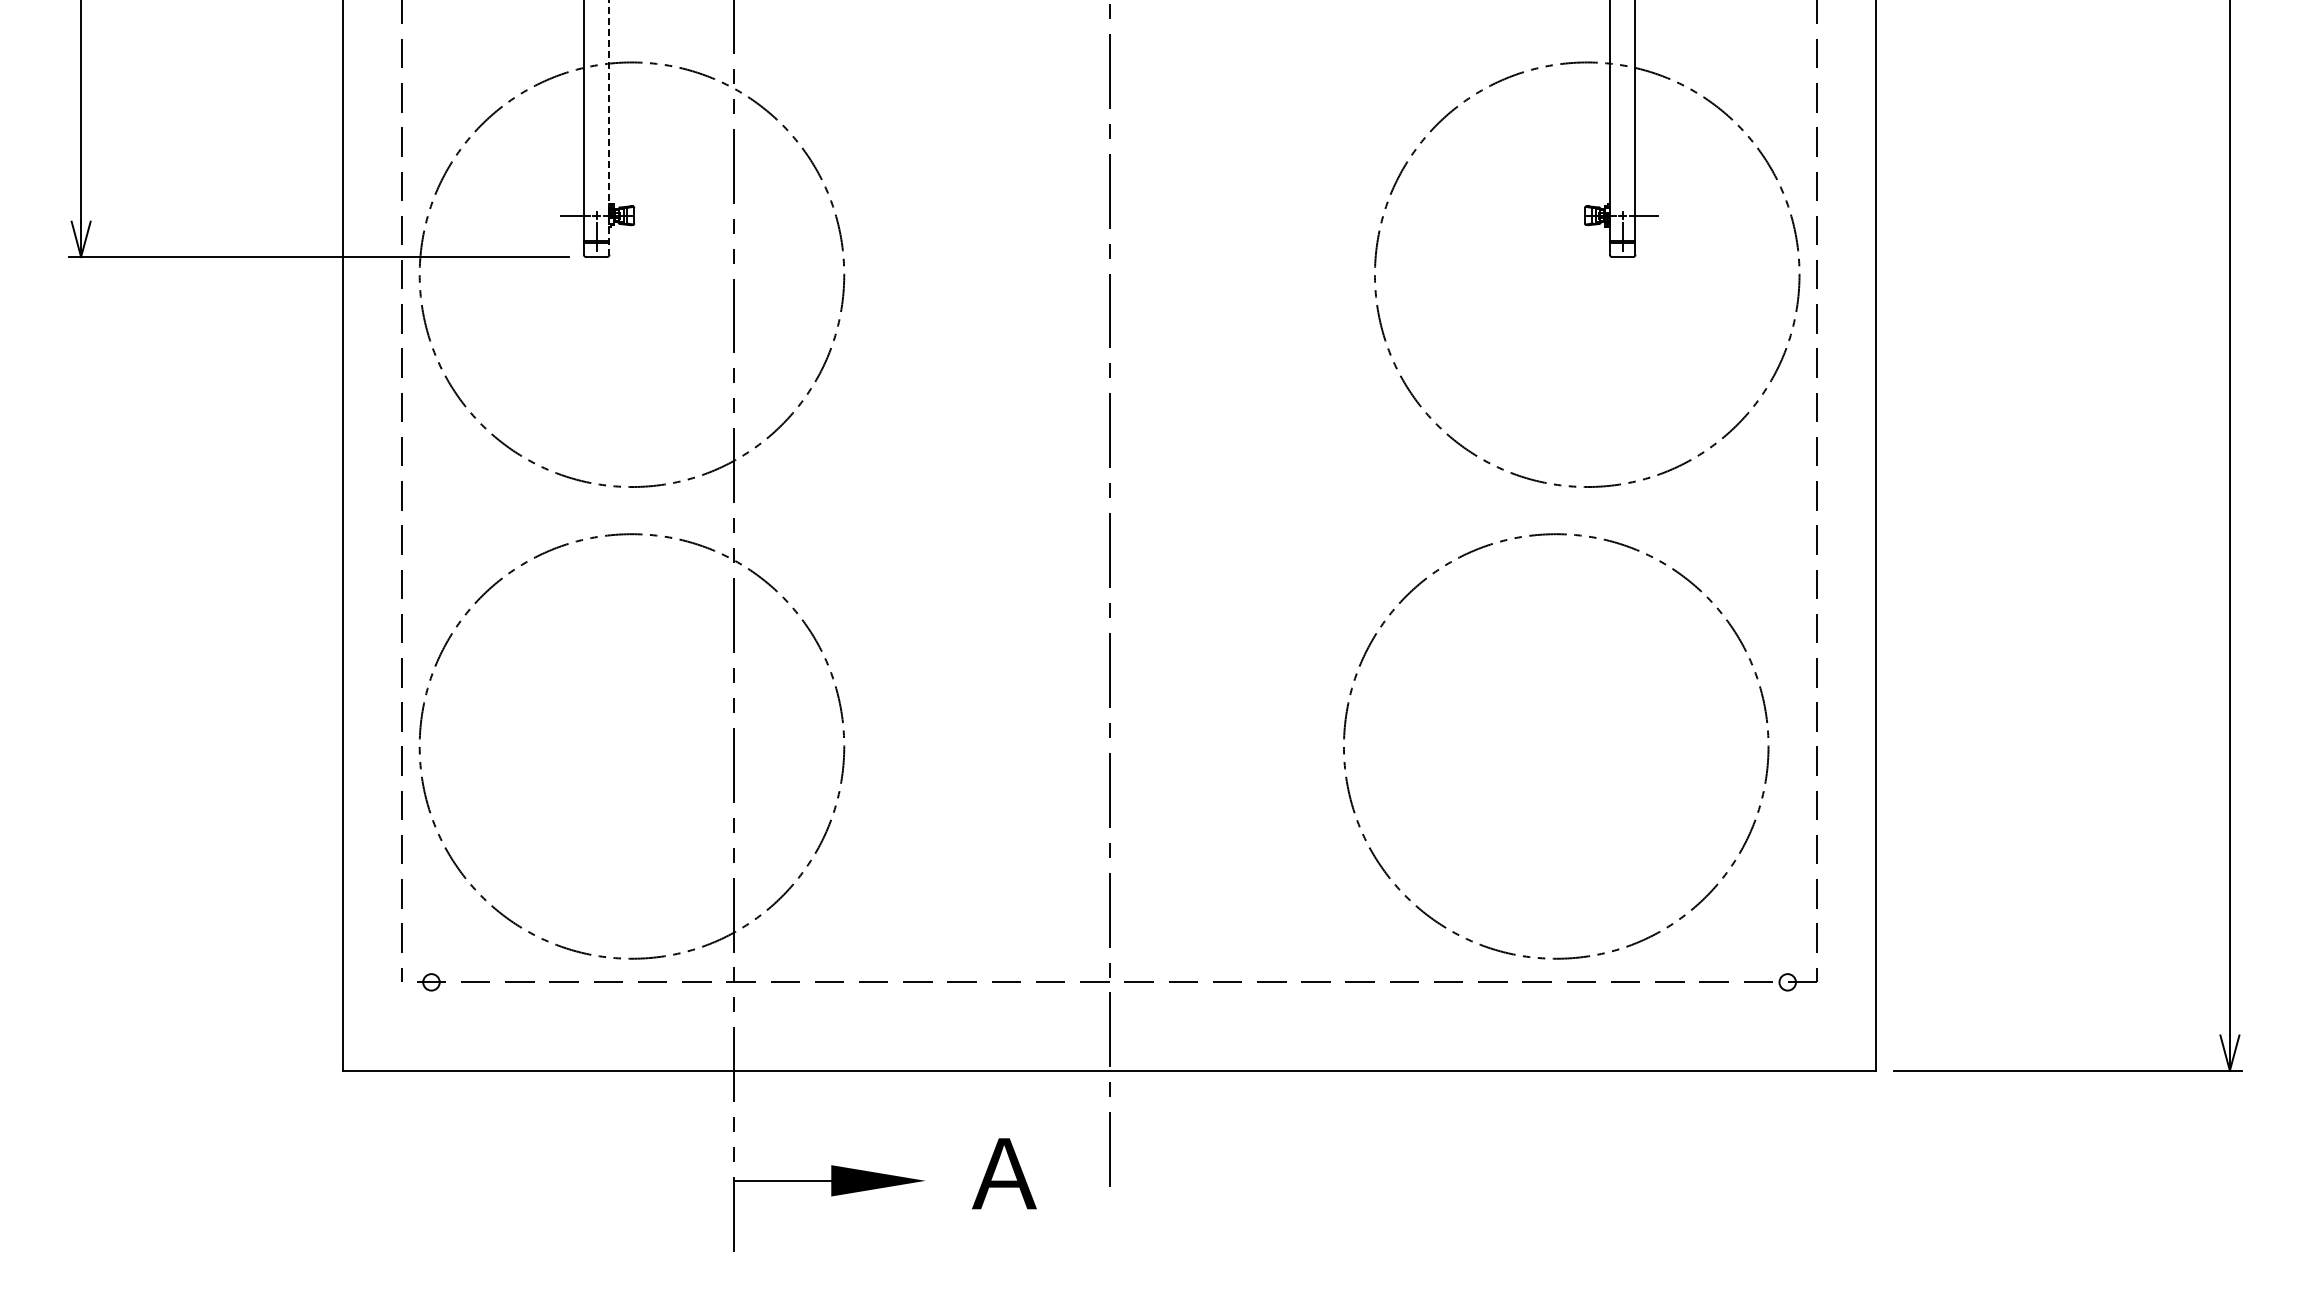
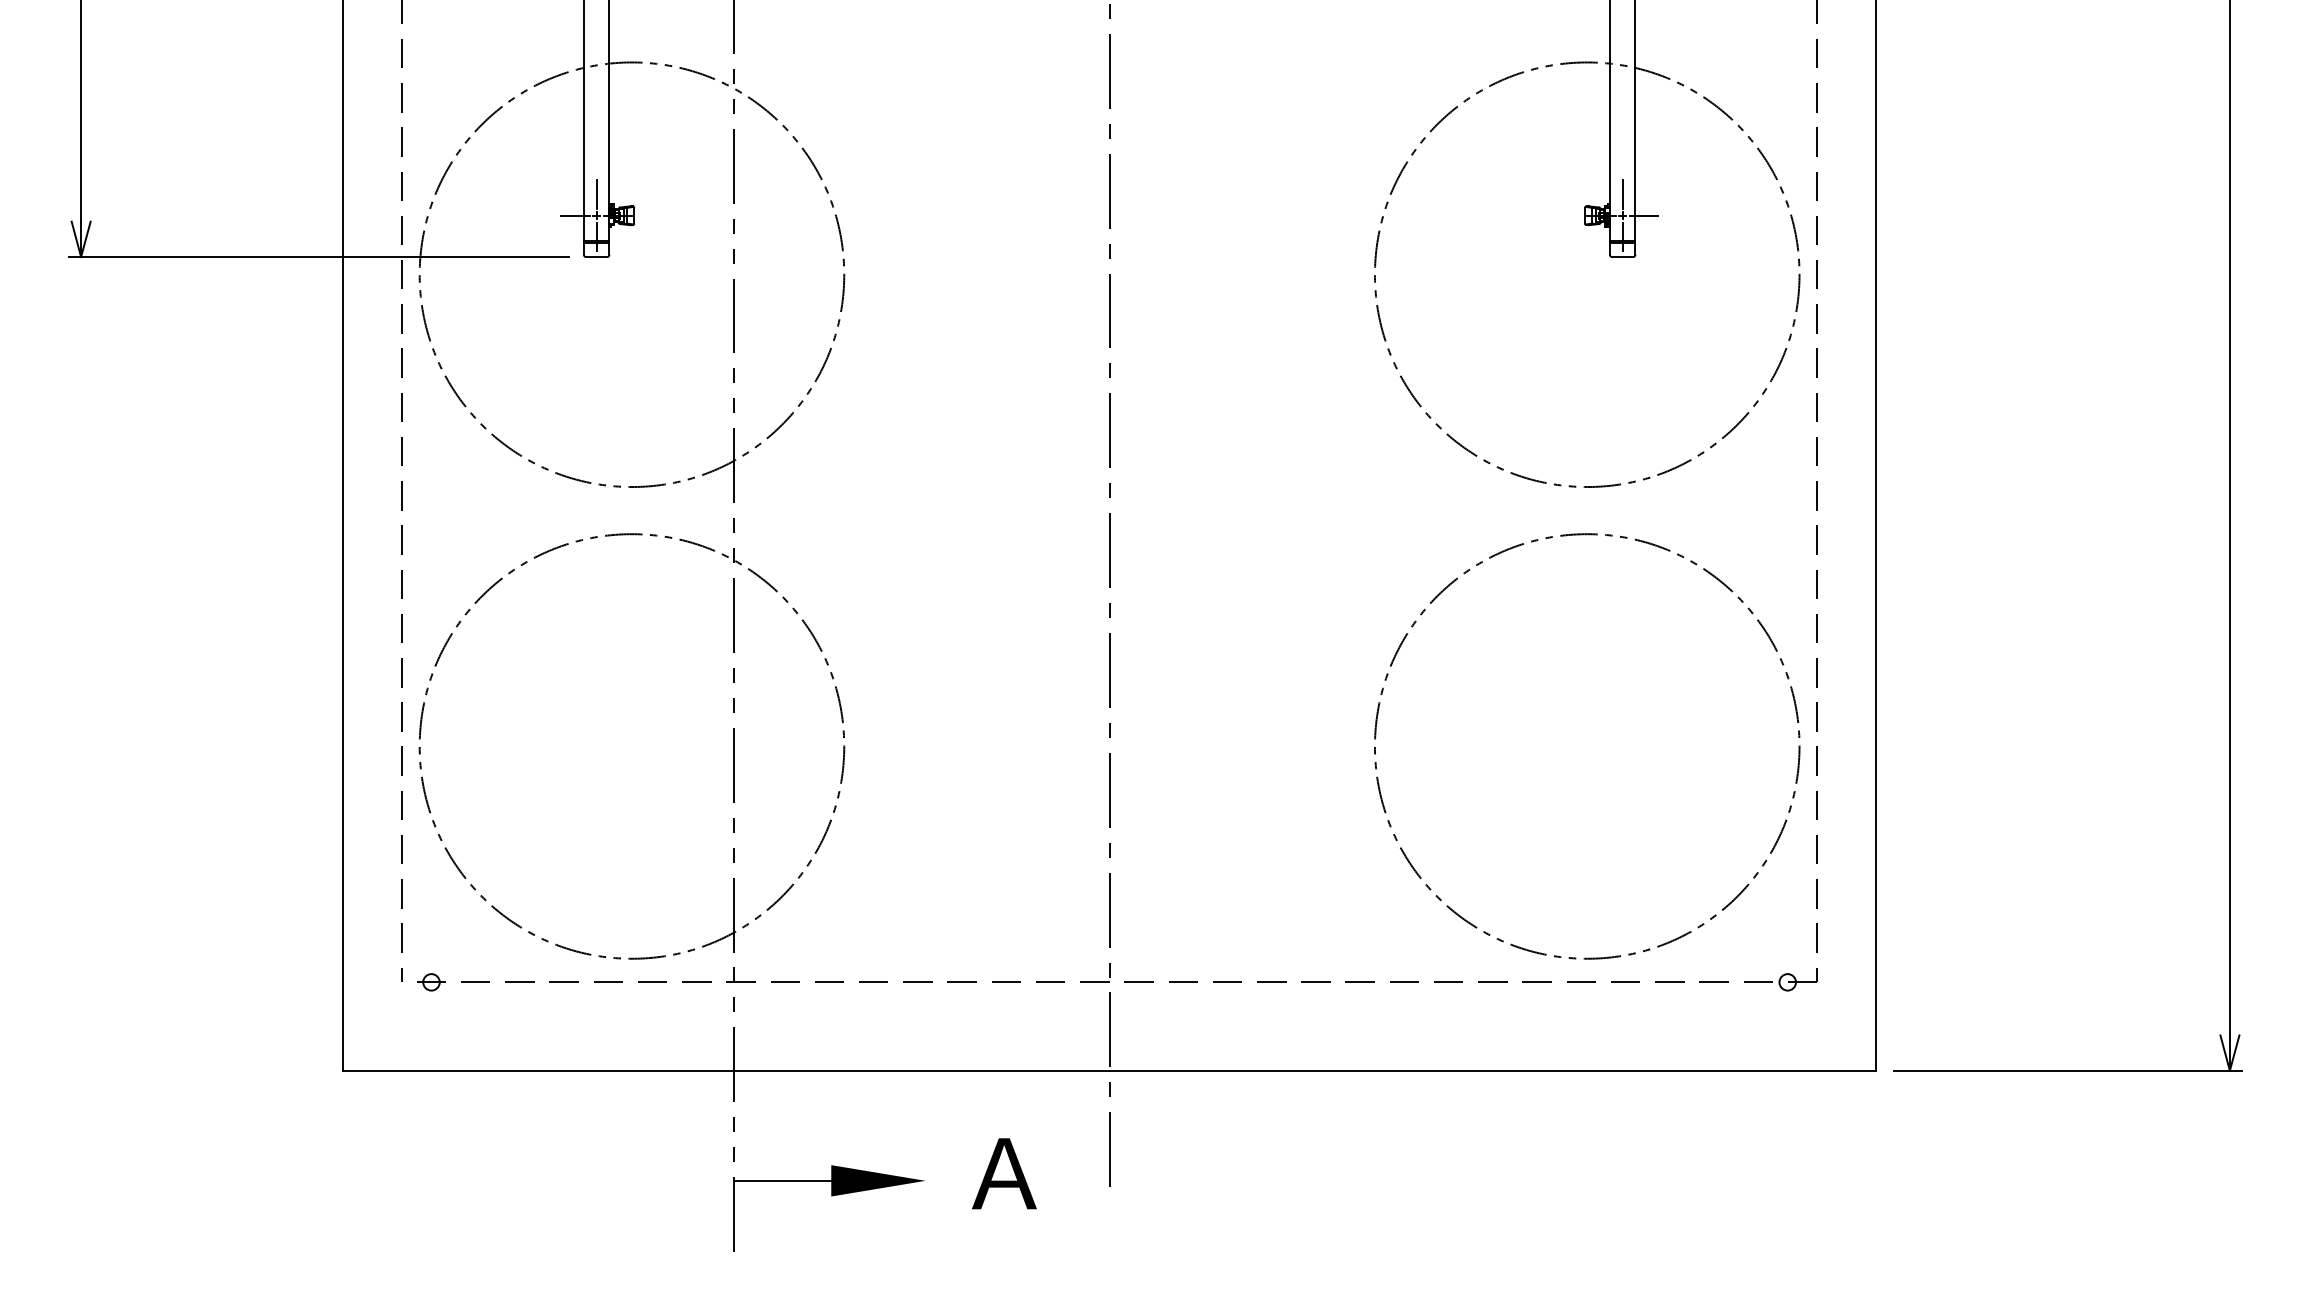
line at (609, 127): dashed -> solid
line at (596, 194): none -> present
line at (1622, 194): none -> present
circle at (1556, 746) position: (1556, 746) -> (1587, 746)
